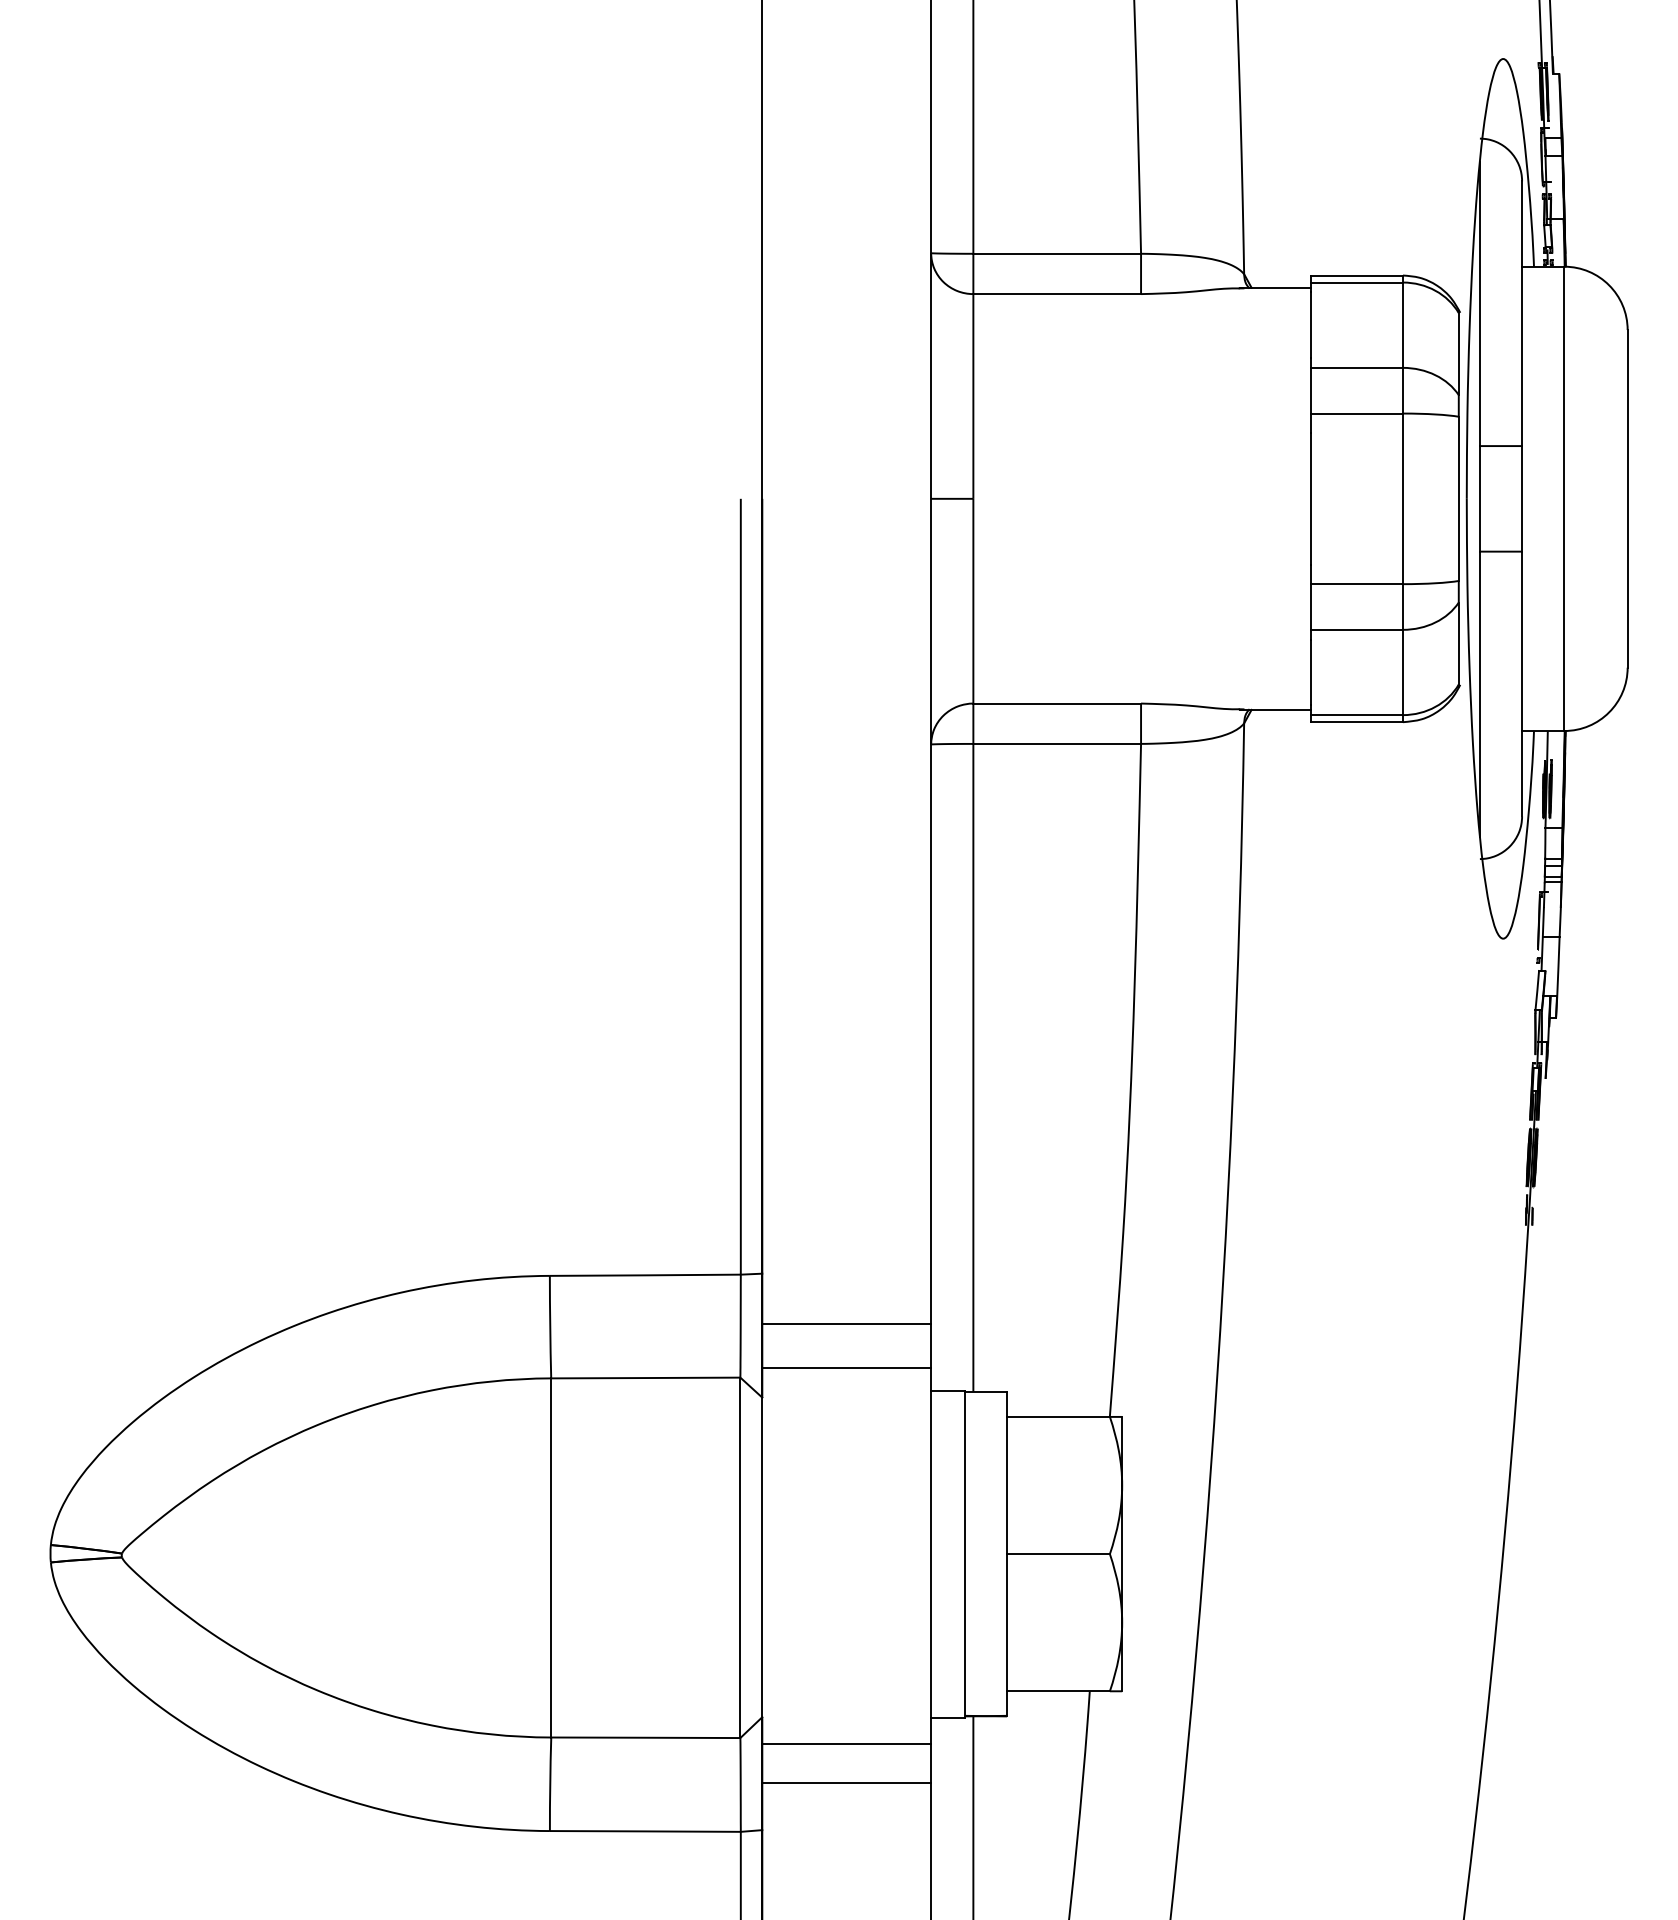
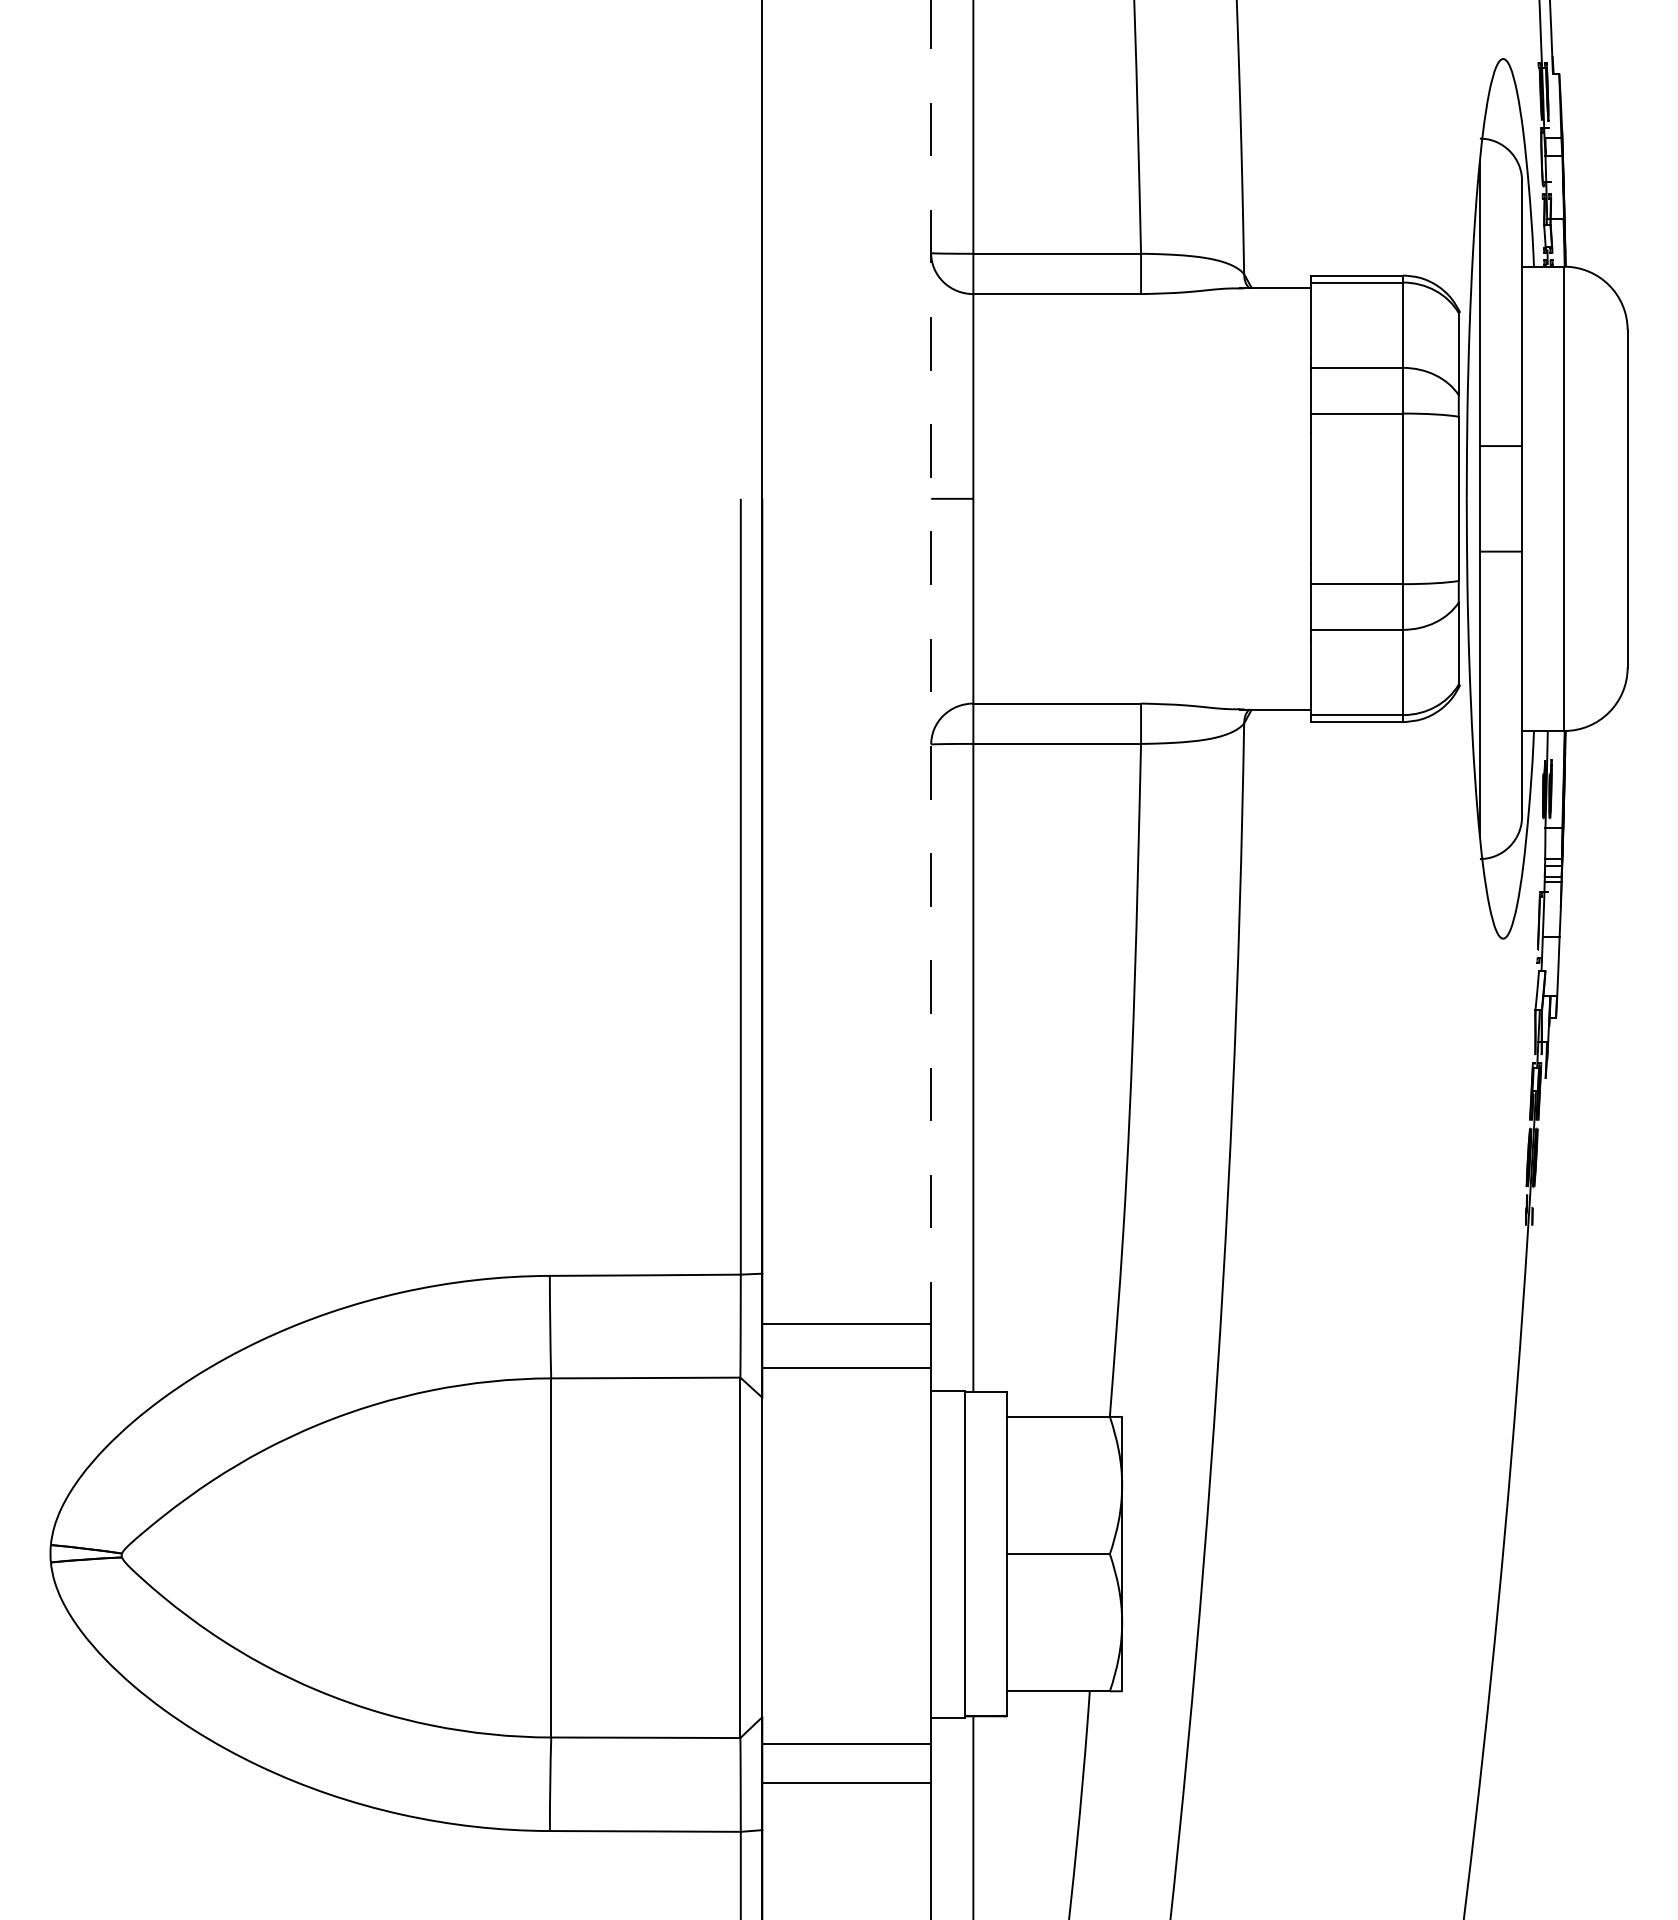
line at (931, 662): solid -> dashed
